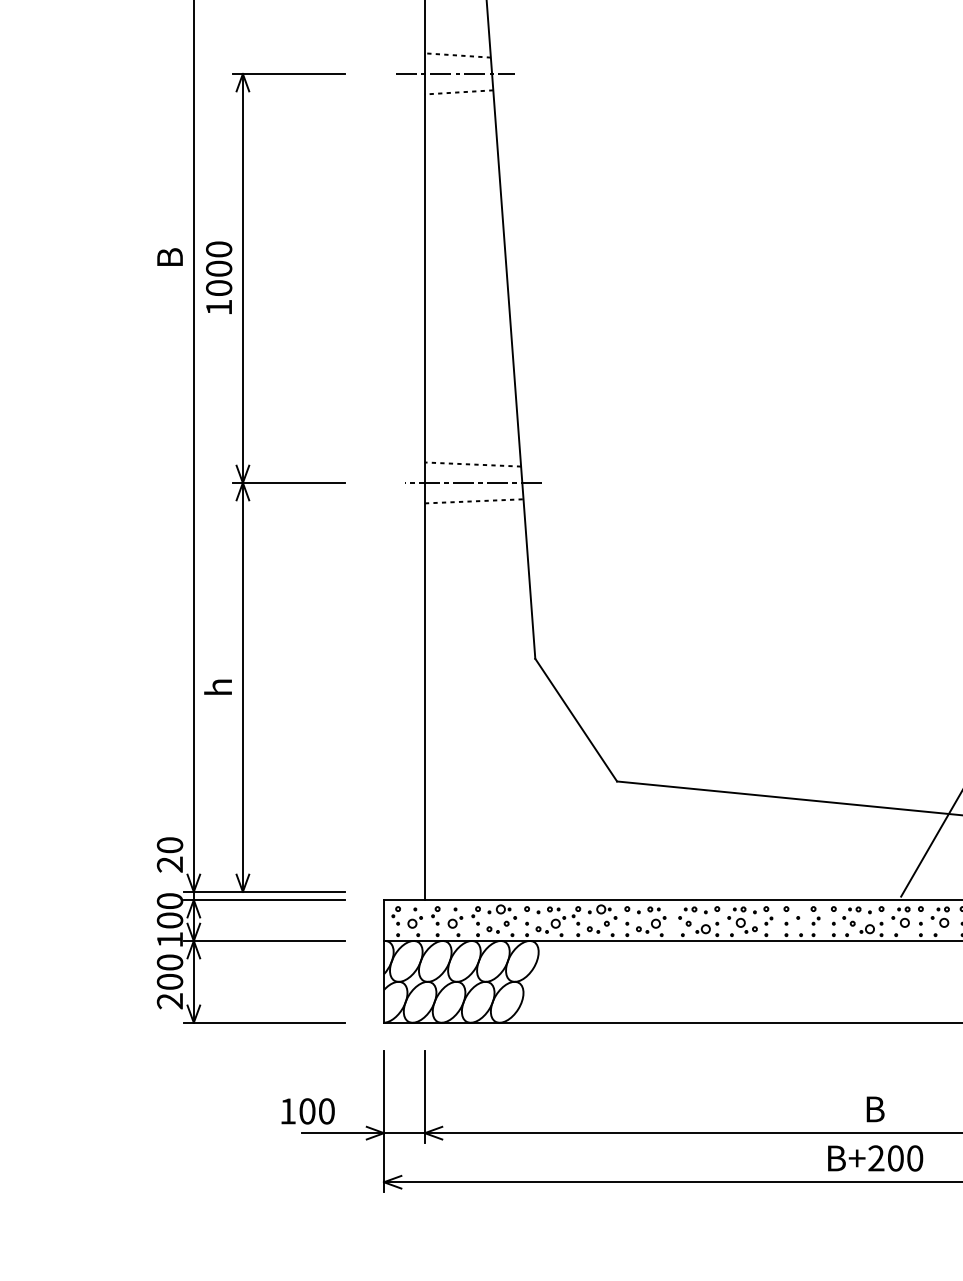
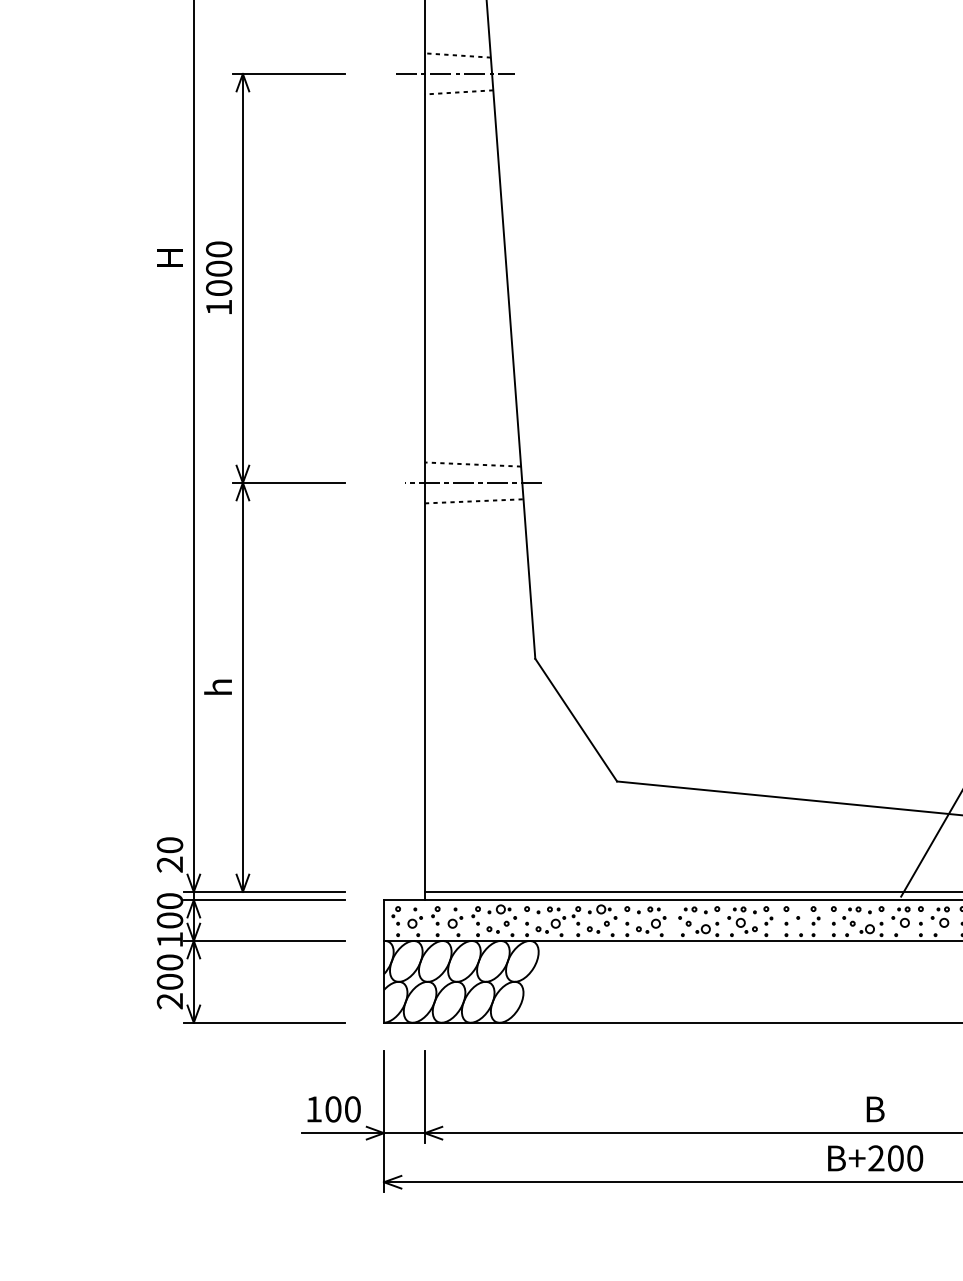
text at (169, 257): B -> H
line at (691, 891): none -> present
text at (307, 1111) position: (307, 1111) -> (333, 1109)
